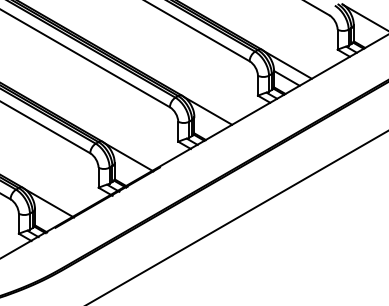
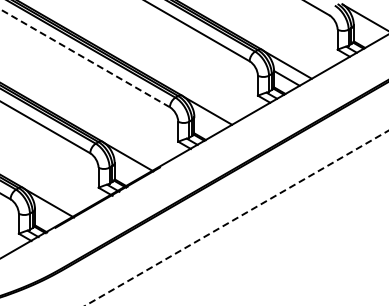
line at (85, 58): solid -> dashed
line at (237, 217): solid -> dashed
